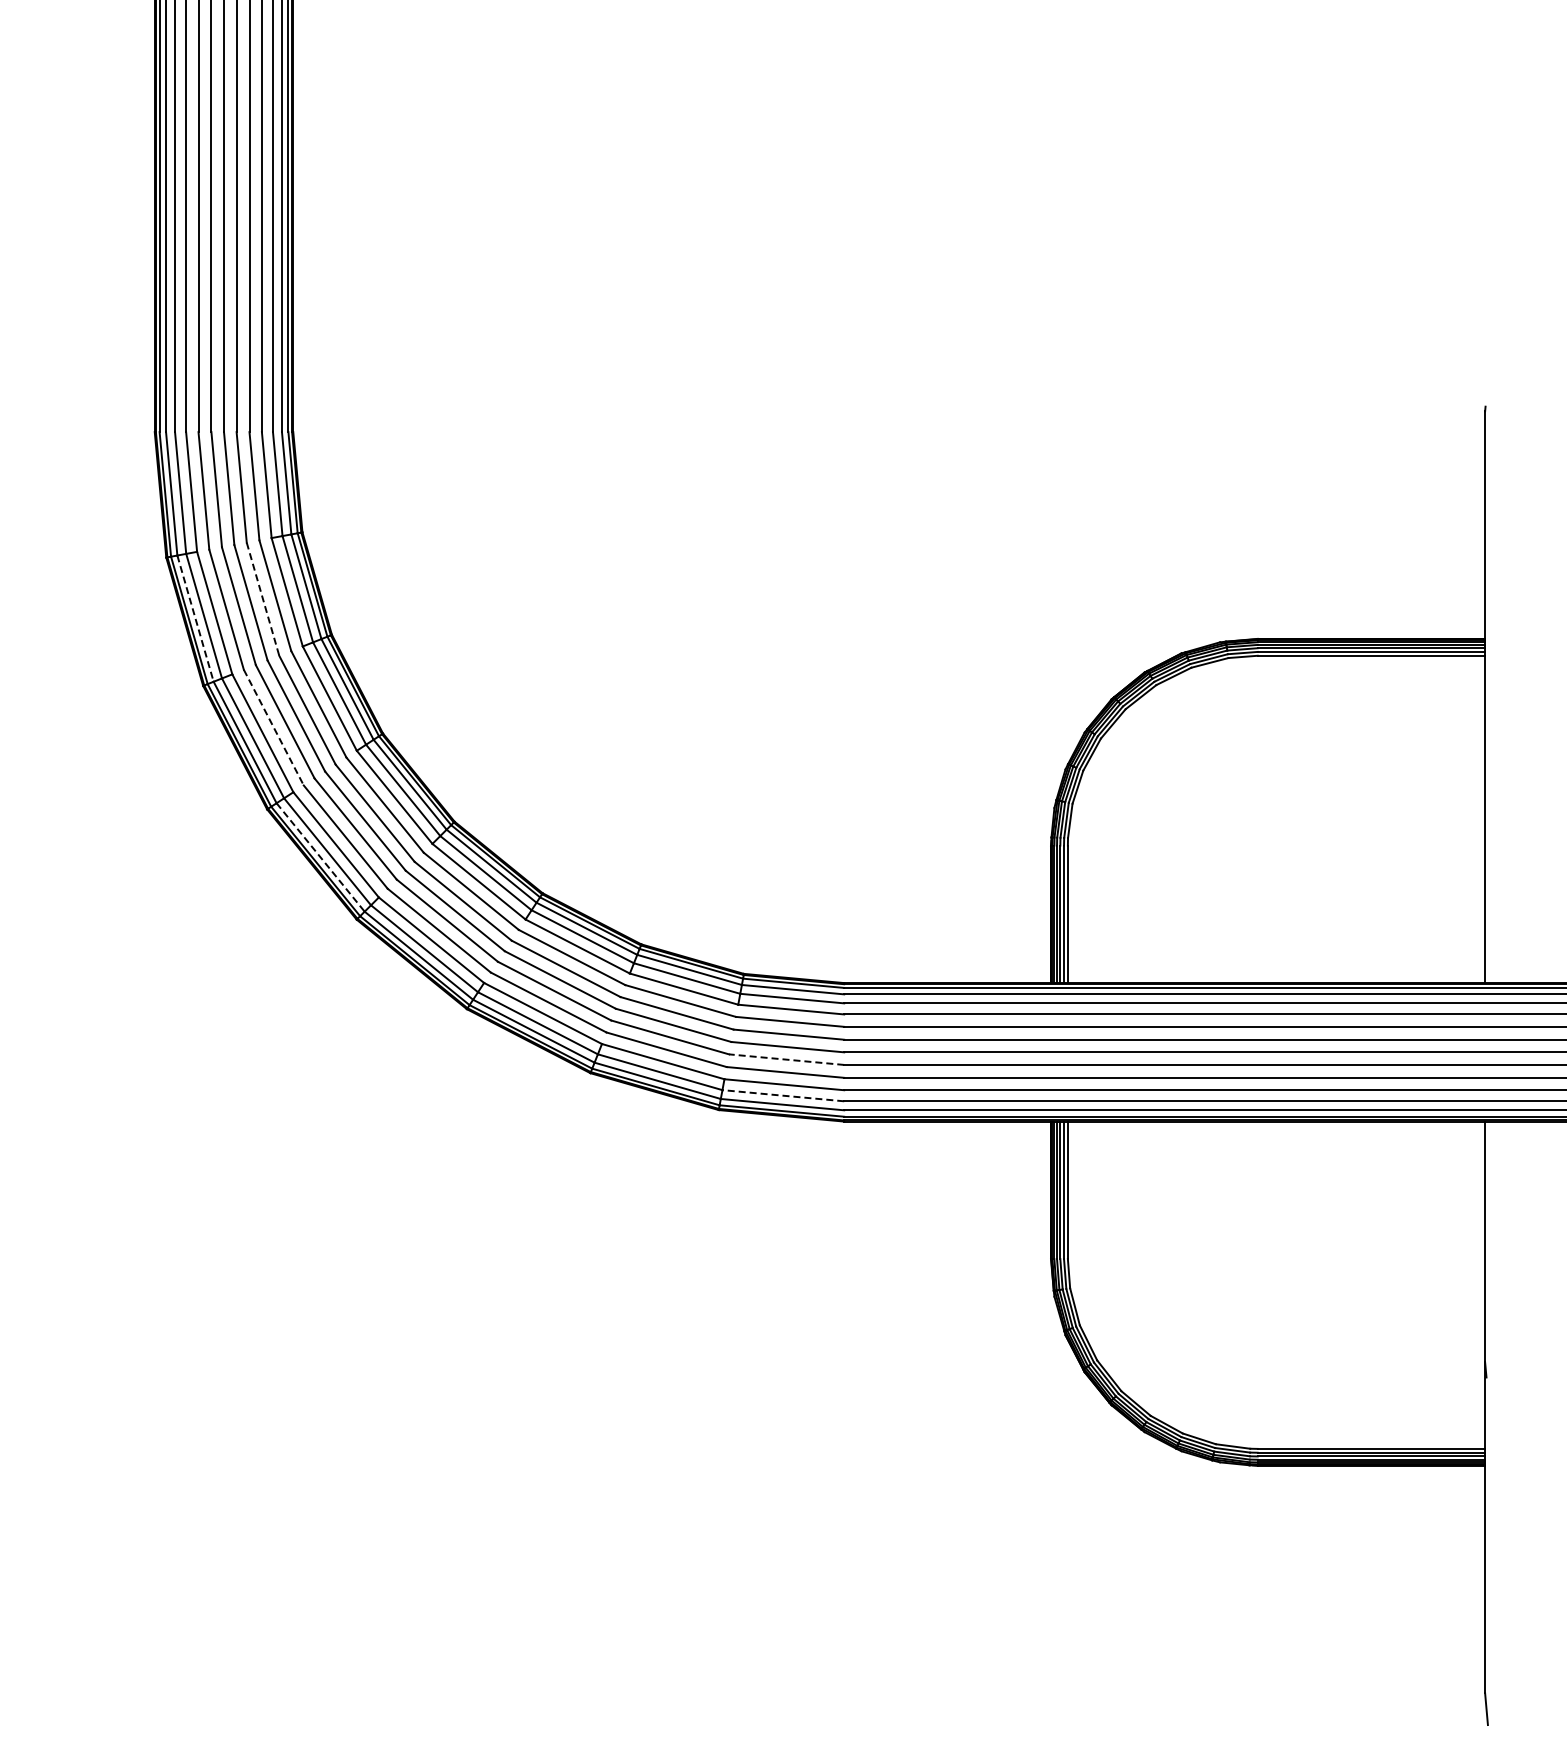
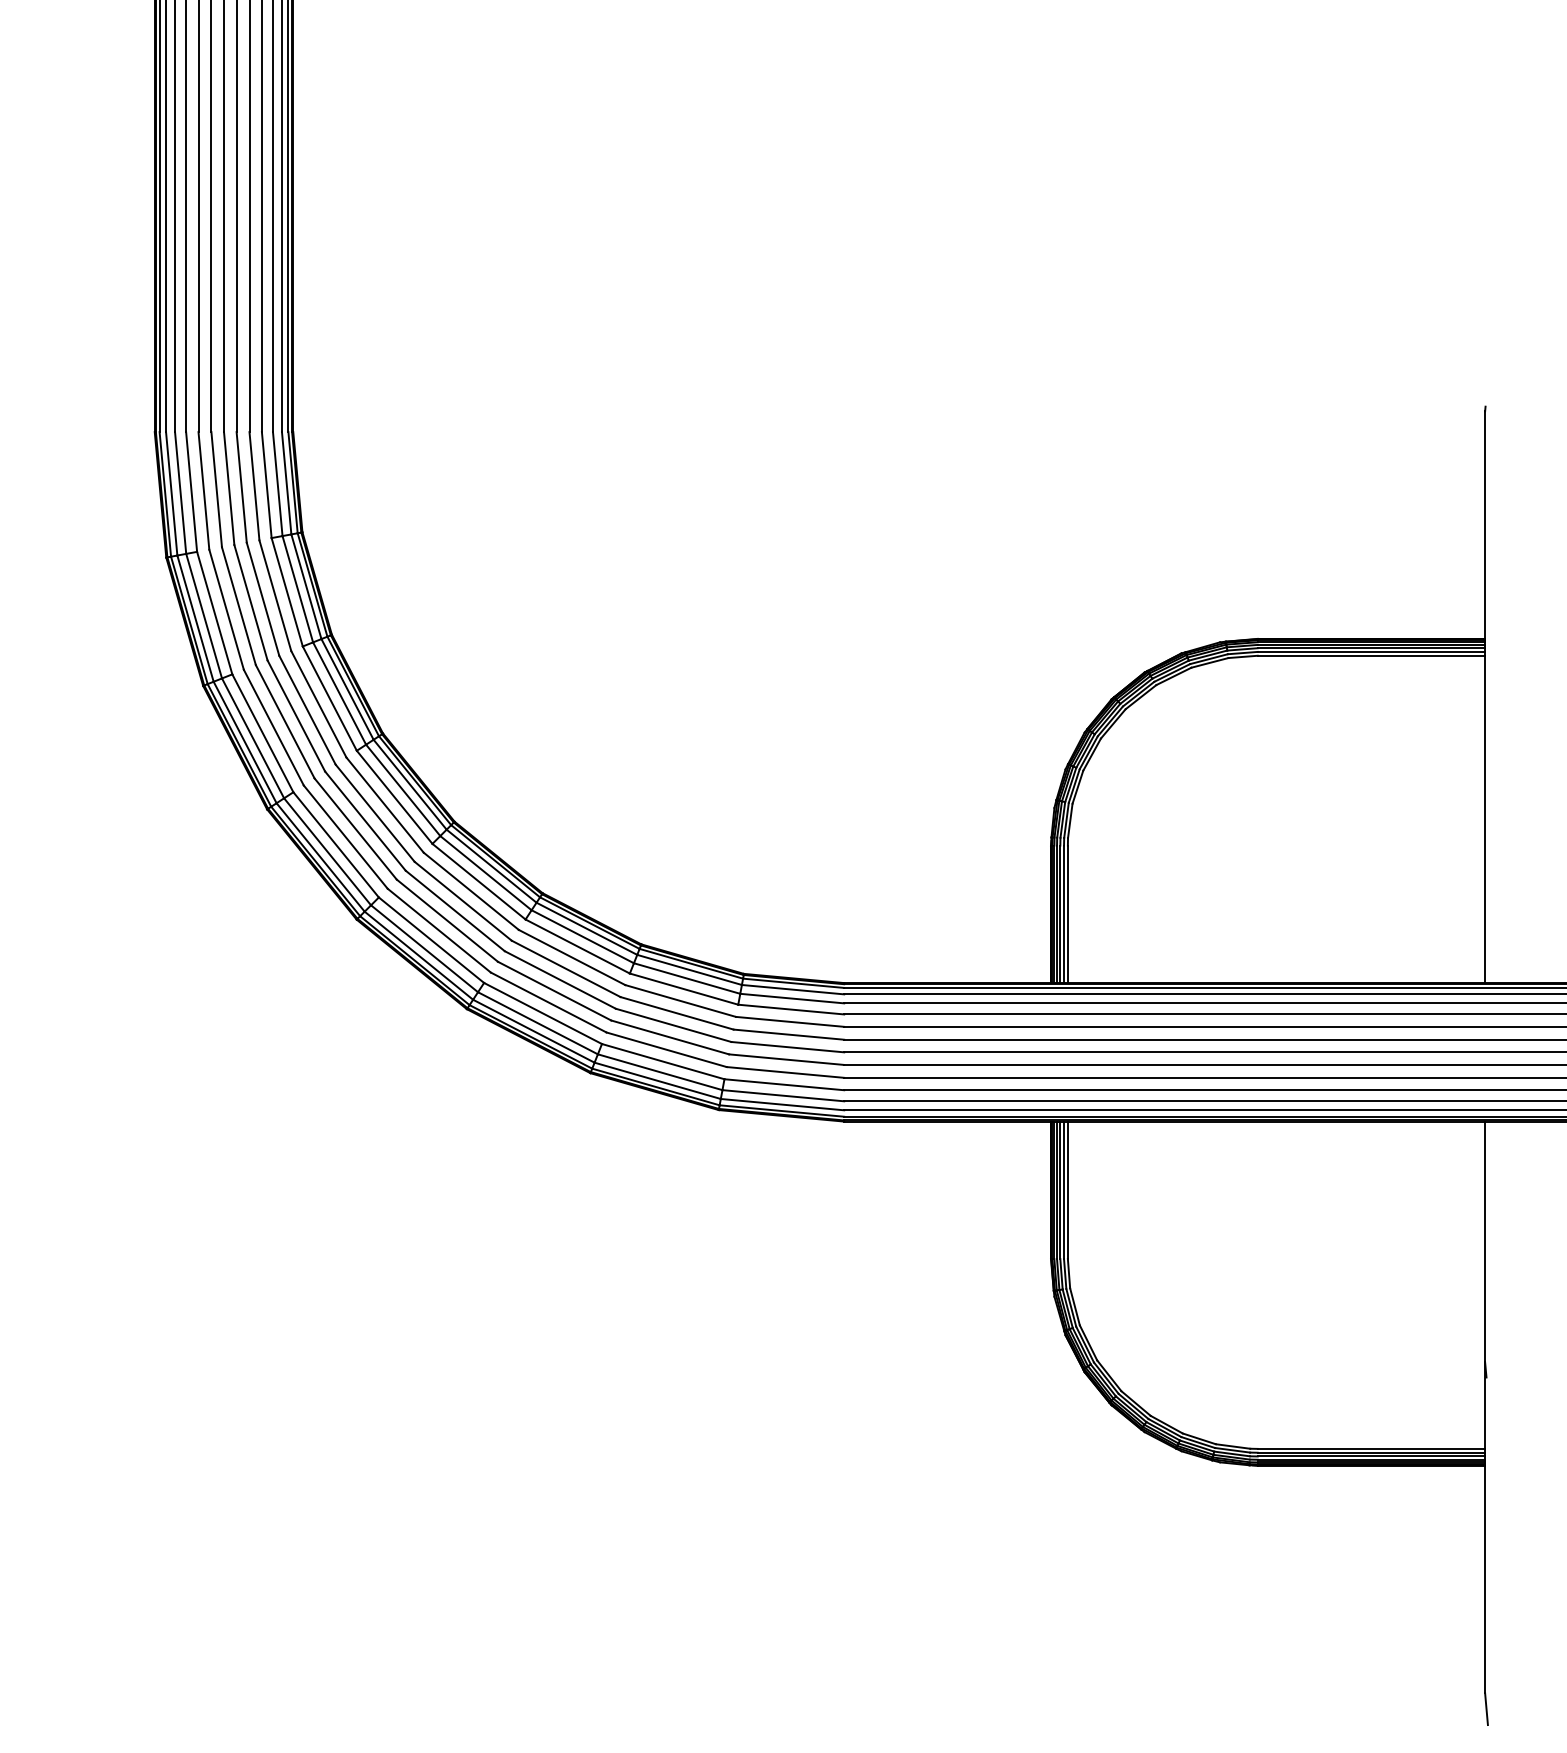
line at (263, 599): dashed -> solid
line at (195, 618): dashed -> solid
line at (274, 728): dashed -> solid
line at (320, 857): dashed -> solid
line at (786, 1059): dashed -> solid
line at (782, 1095): dashed -> solid
